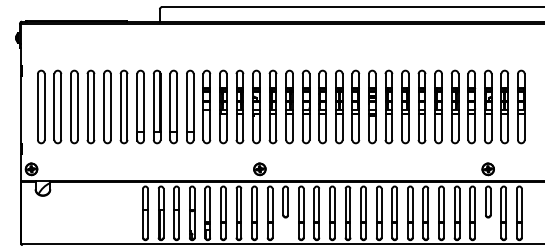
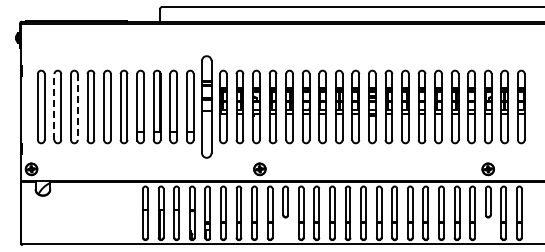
part at (206, 106) size: 10x76 px -> 12x104 px
line at (54, 107): solid -> dashed
line at (77, 107): solid -> dashed
